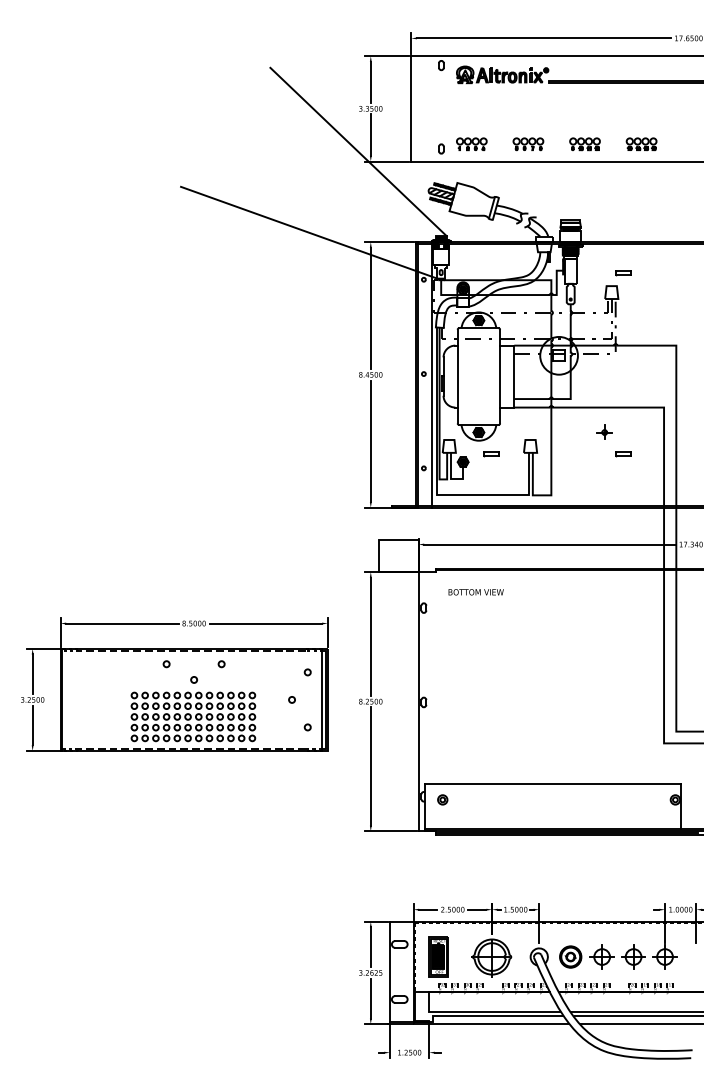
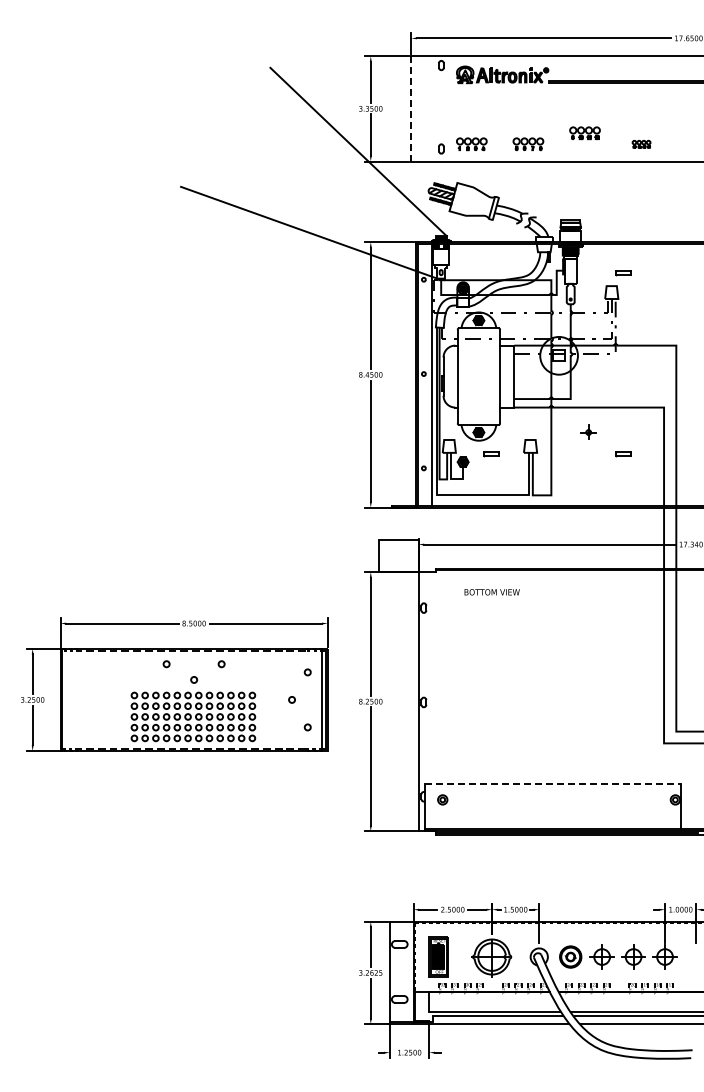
line at (411, 108): solid -> dashed
part at (584, 144) position: (584, 144) -> (584, 133)
part at (641, 144) size: 33x15 px -> 21x10 px
part at (604, 431) position: (604, 431) -> (588, 431)
text at (475, 592) position: (475, 592) -> (491, 592)
line at (553, 783): solid -> dashed
